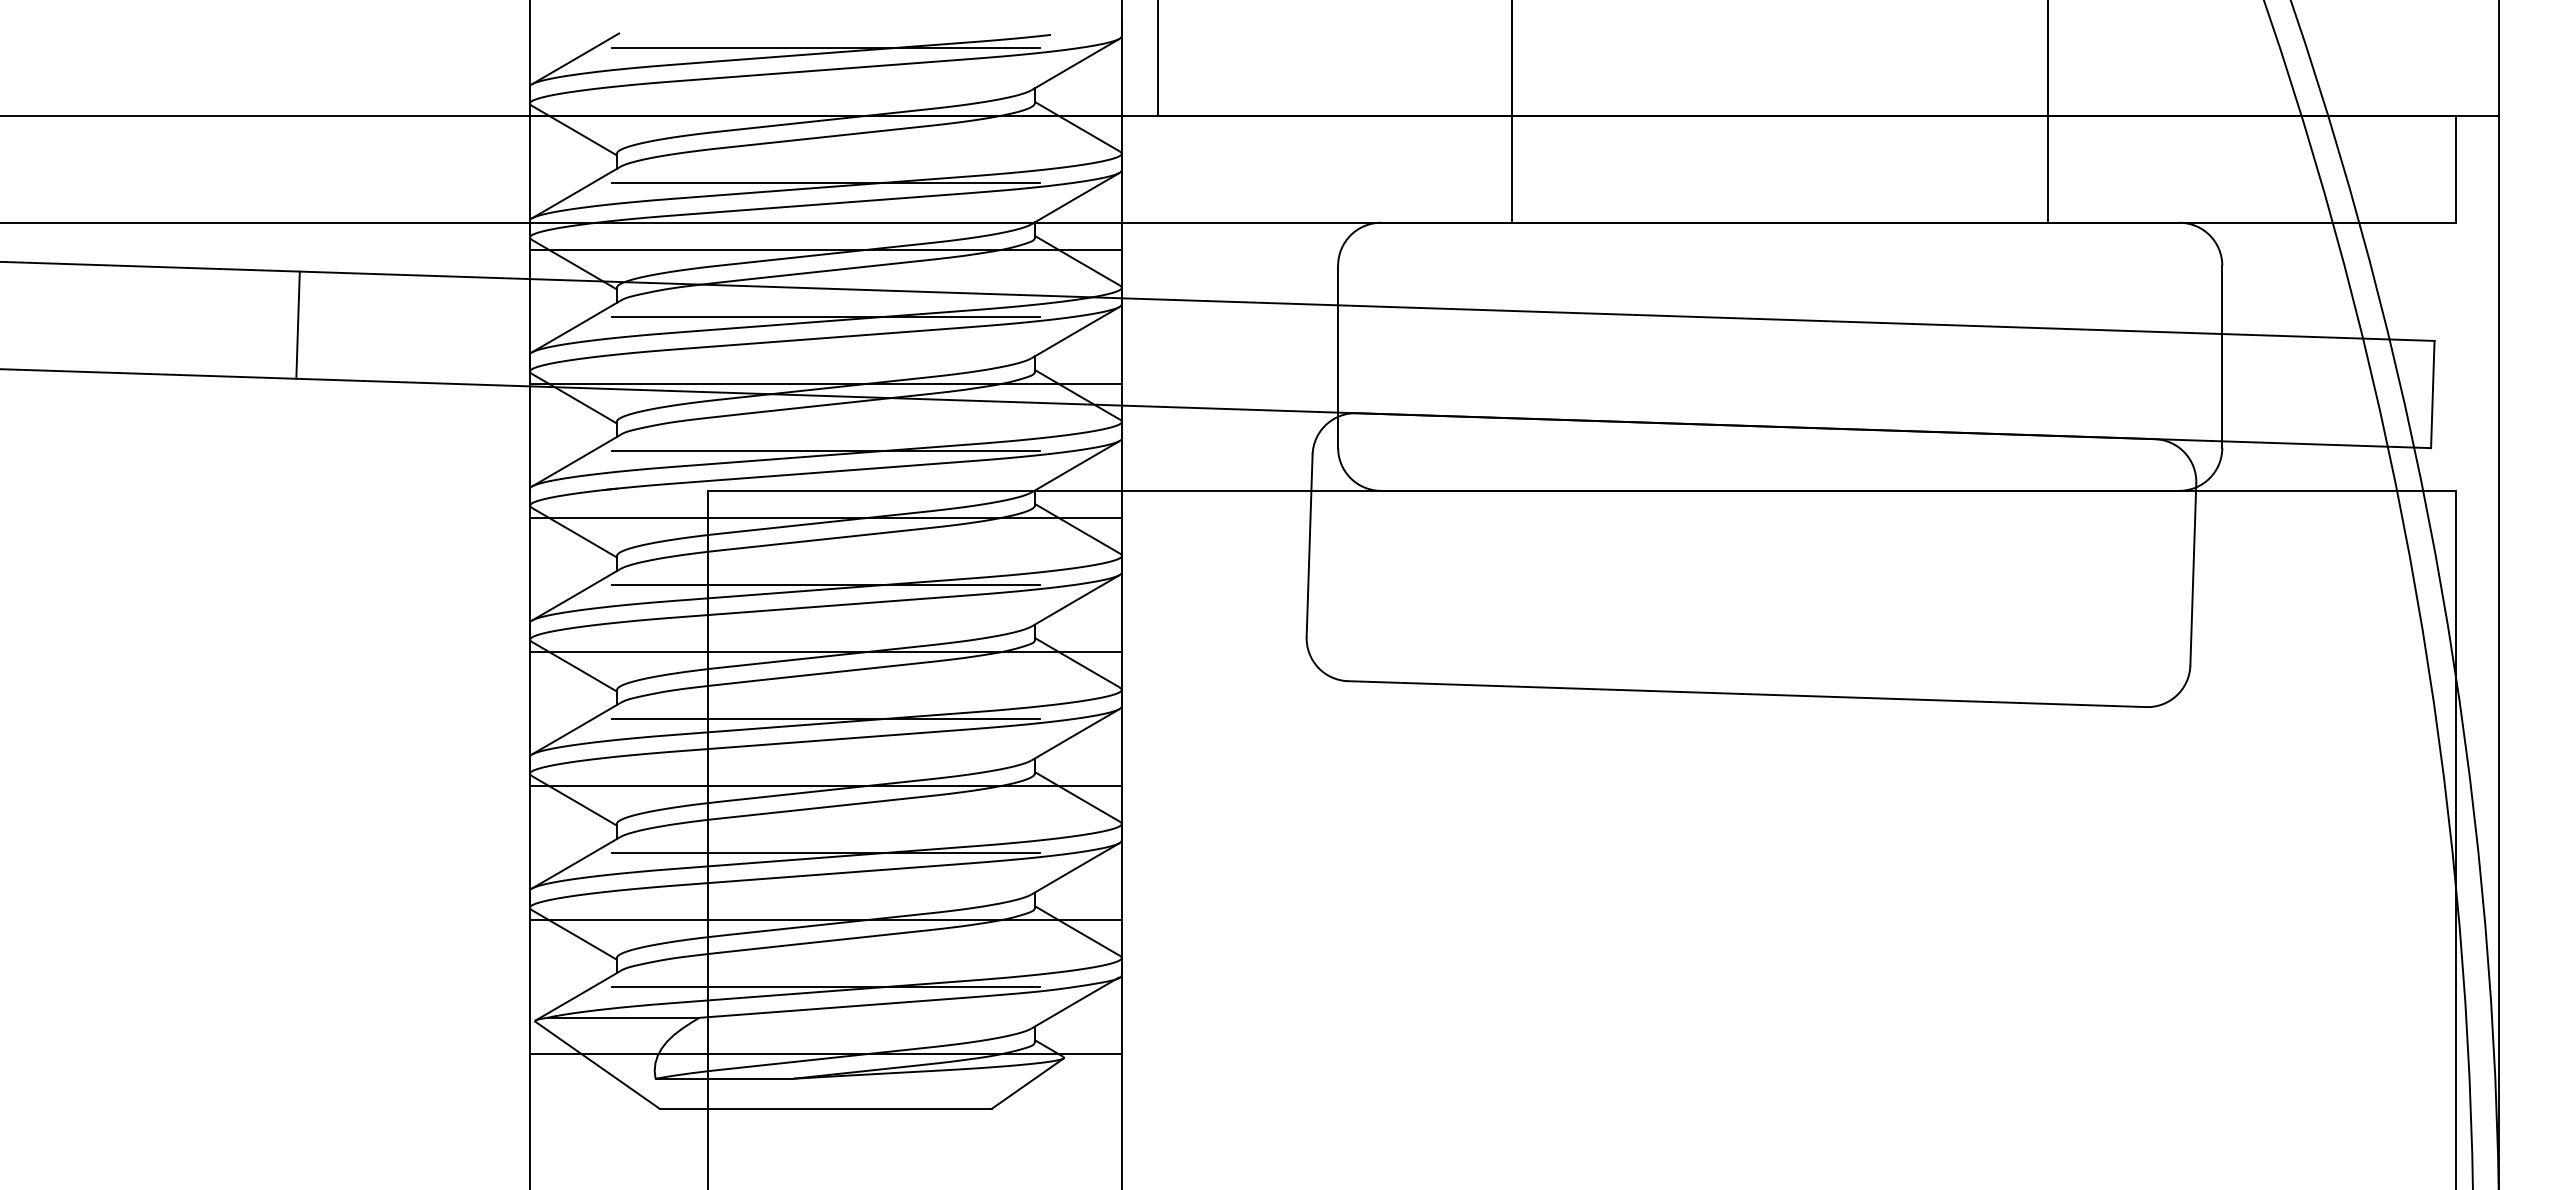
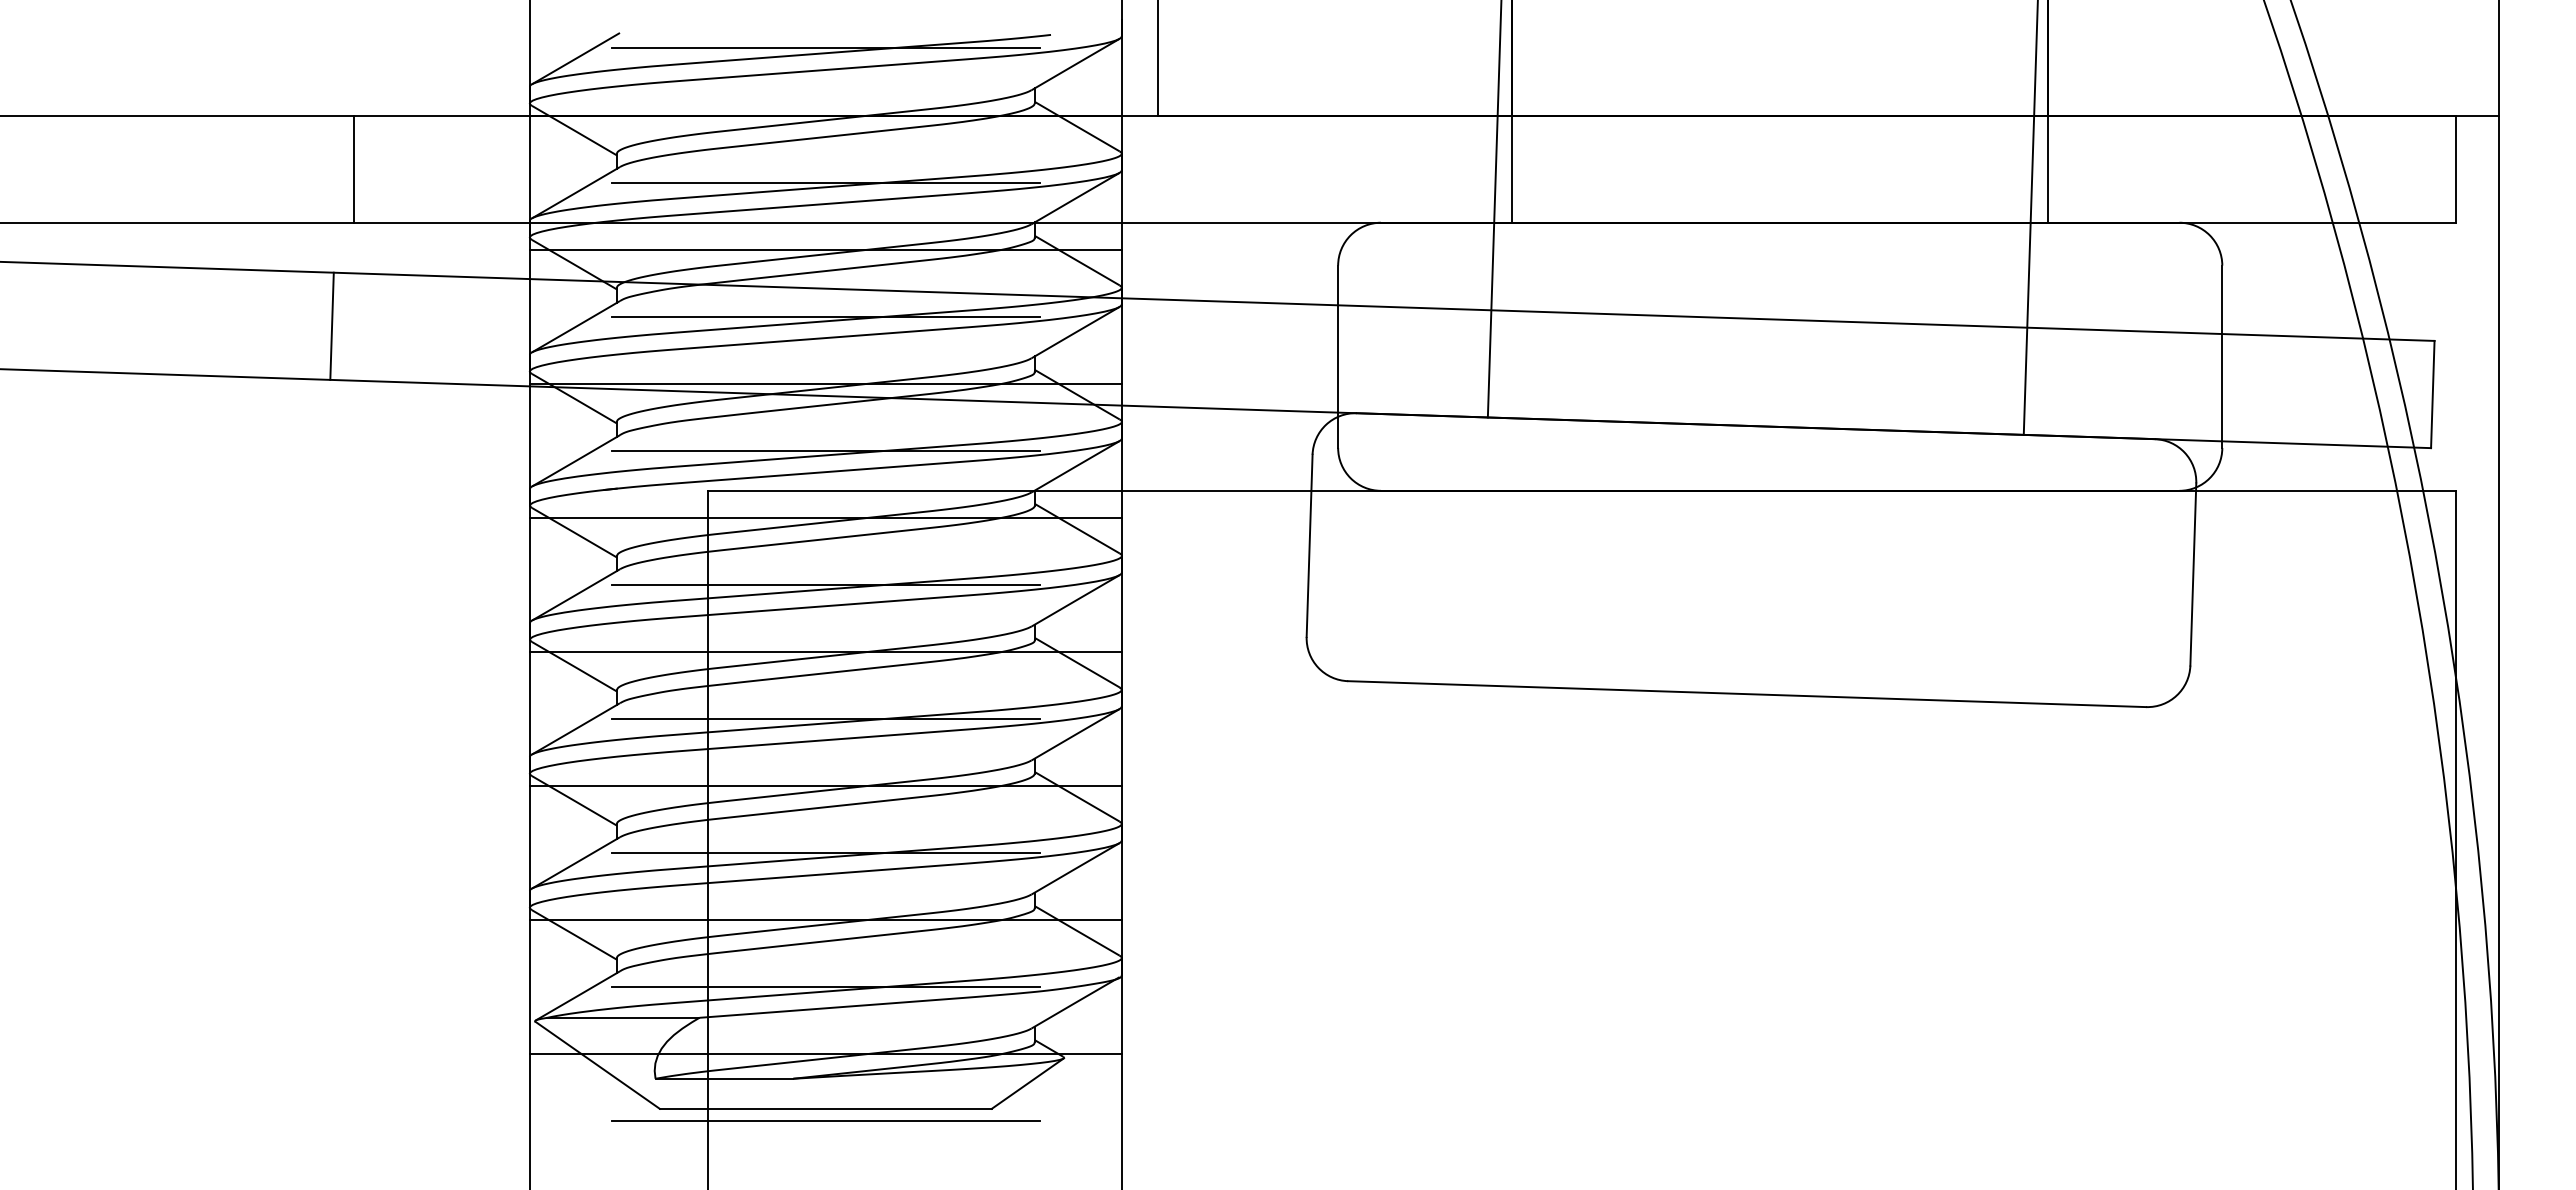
line at (353, 168): none -> present
line at (1494, 209): none -> present
line at (2030, 218): none -> present
line at (297, 324) position: (297, 324) -> (331, 325)
line at (825, 1120): none -> present
